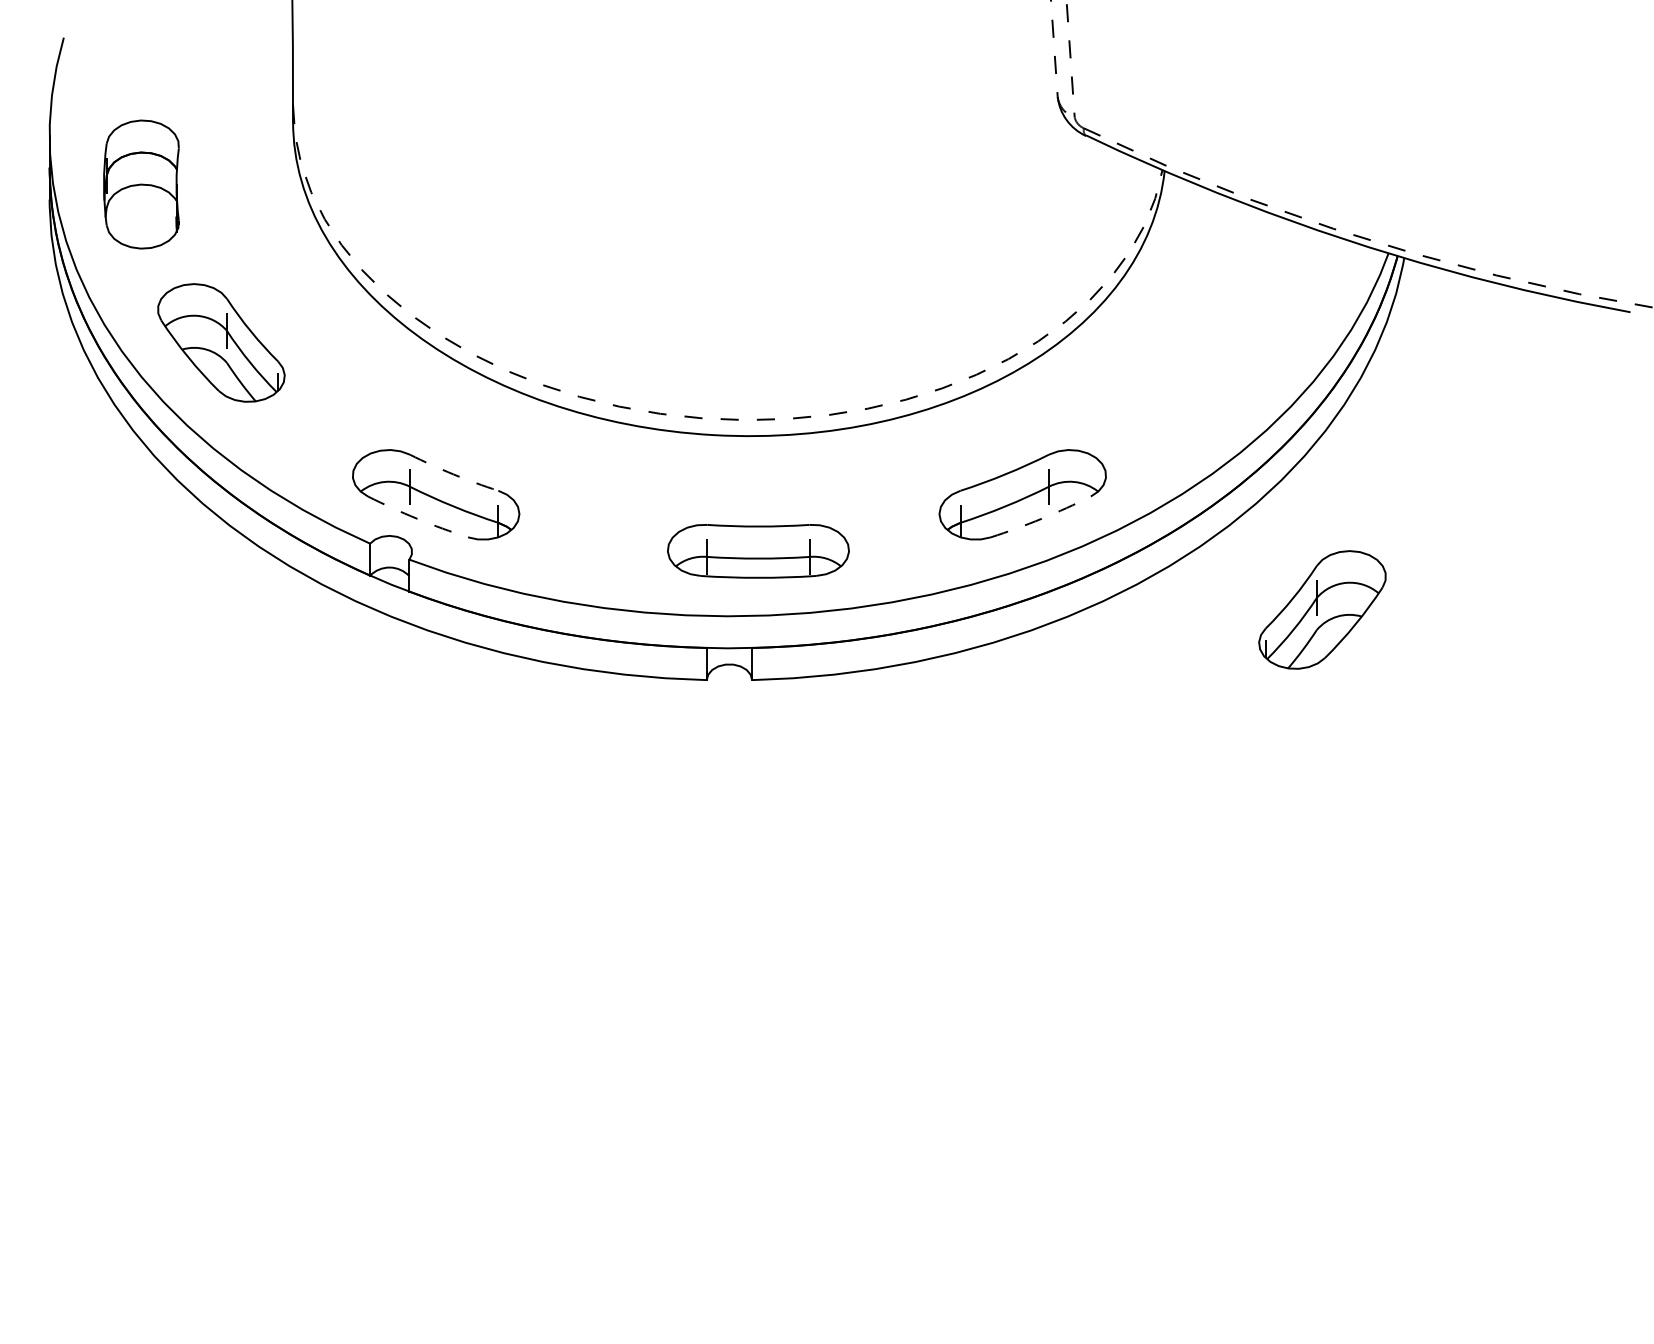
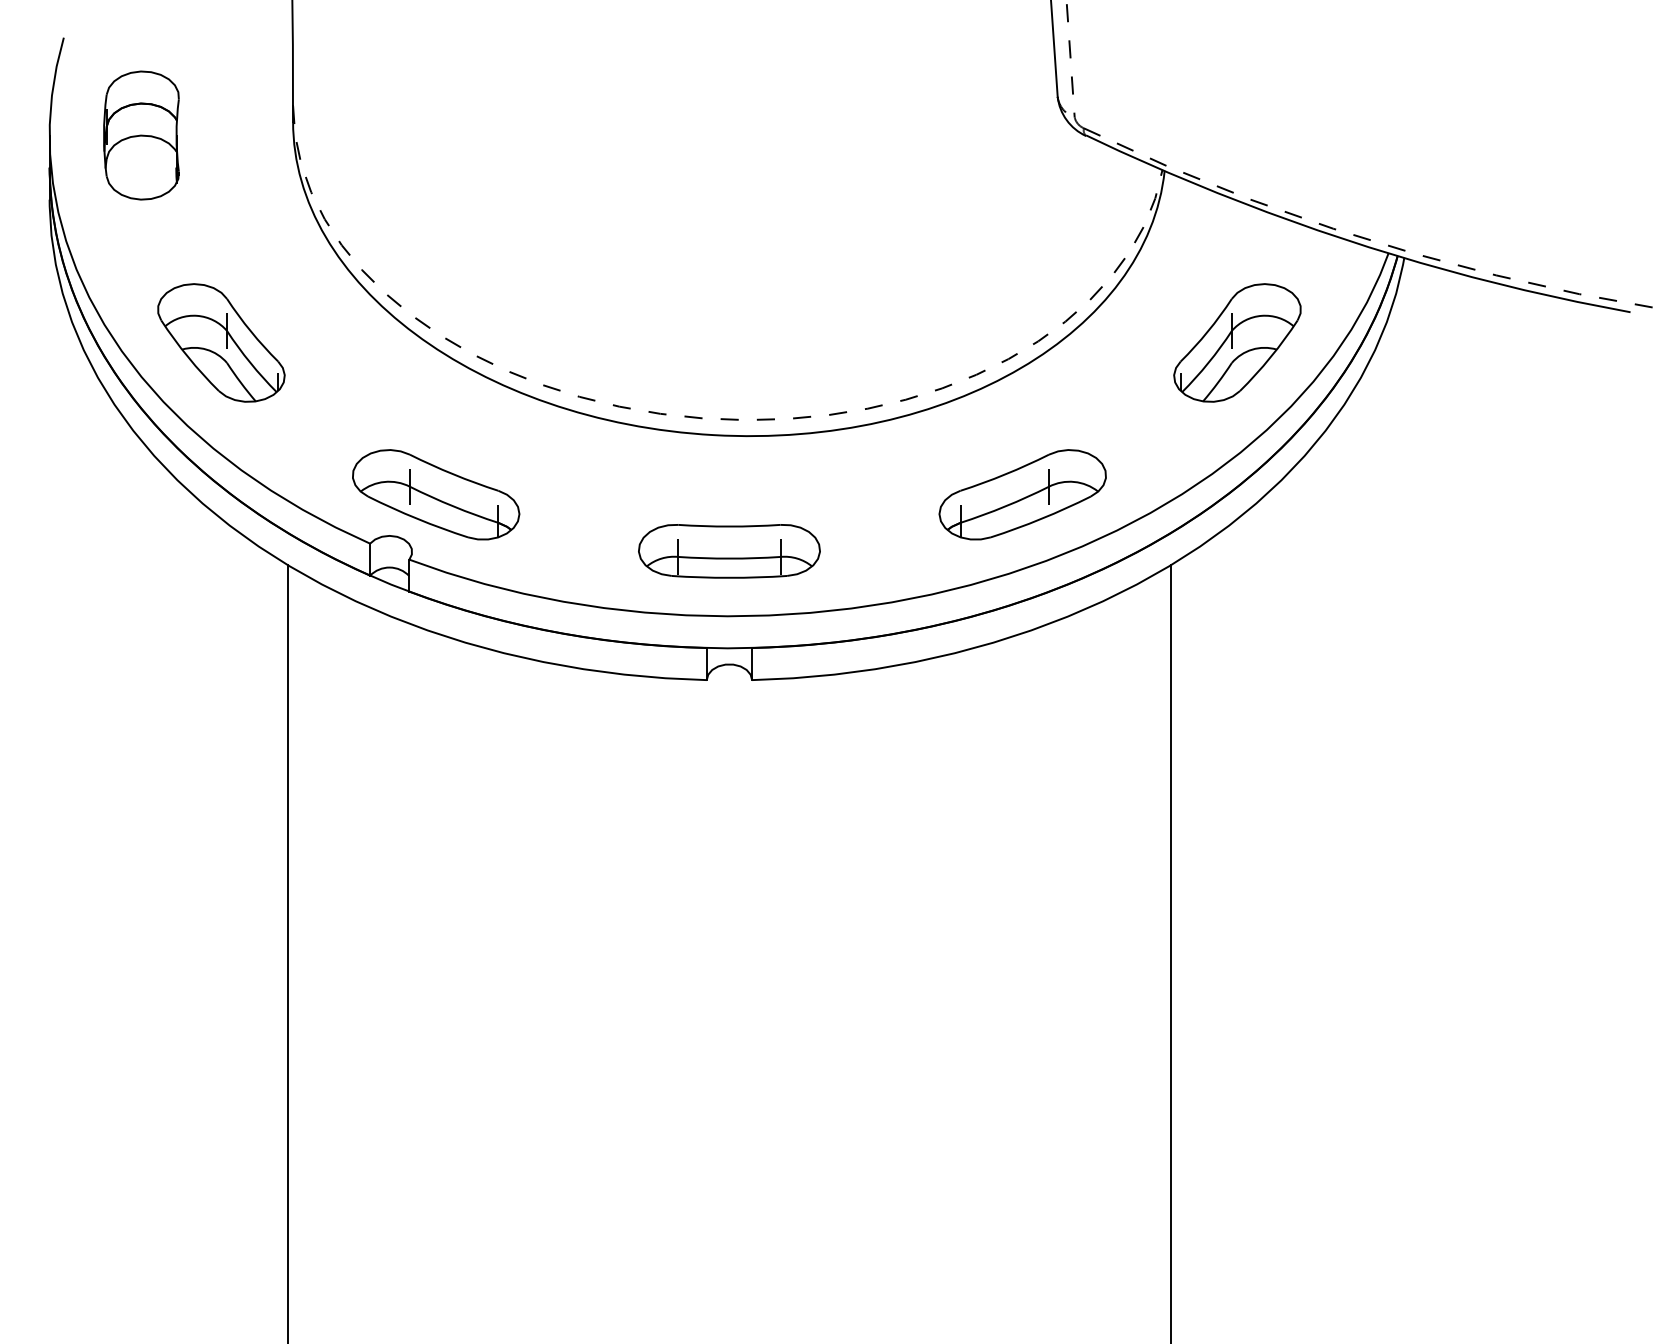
line at (1054, 49): dashed -> solid
part at (141, 184) position: (141, 184) -> (141, 135)
arc at (453, 474): dashed -> solid
arc at (417, 518): dashed -> solid
arc at (1041, 518): dashed -> solid
part at (758, 551) position: (758, 551) -> (729, 551)
part at (1322, 609) position: (1322, 609) -> (1237, 342)
line at (287, 952): none -> present
line at (1171, 952): none -> present
